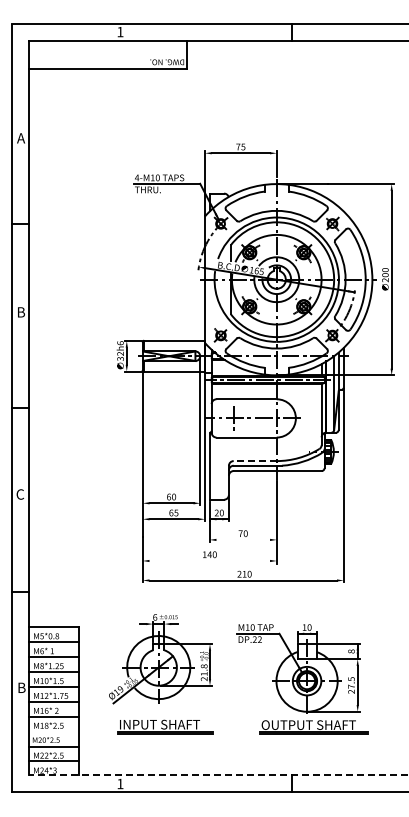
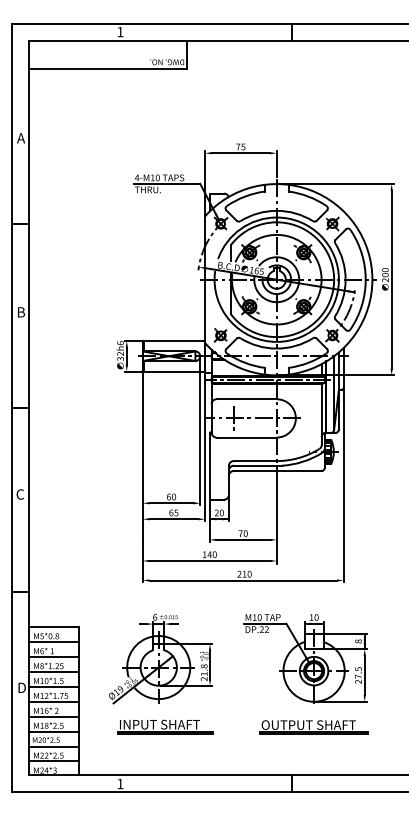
line at (255, 461): dashed -> solid
line at (243, 539): none -> present
line at (209, 560): none -> present
part at (298, 668) position: (298, 668) -> (305, 658)
text at (22, 687): B -> D
line at (54, 731): none -> present
line at (218, 775): dashed -> solid
